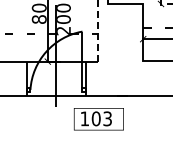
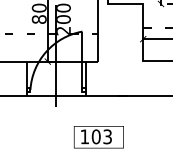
line at (98, 30): dashed -> solid
text at (98, 119) position: (98, 119) -> (98, 137)
